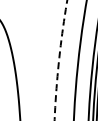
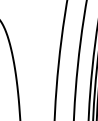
arc at (59, 61): dashed -> solid
